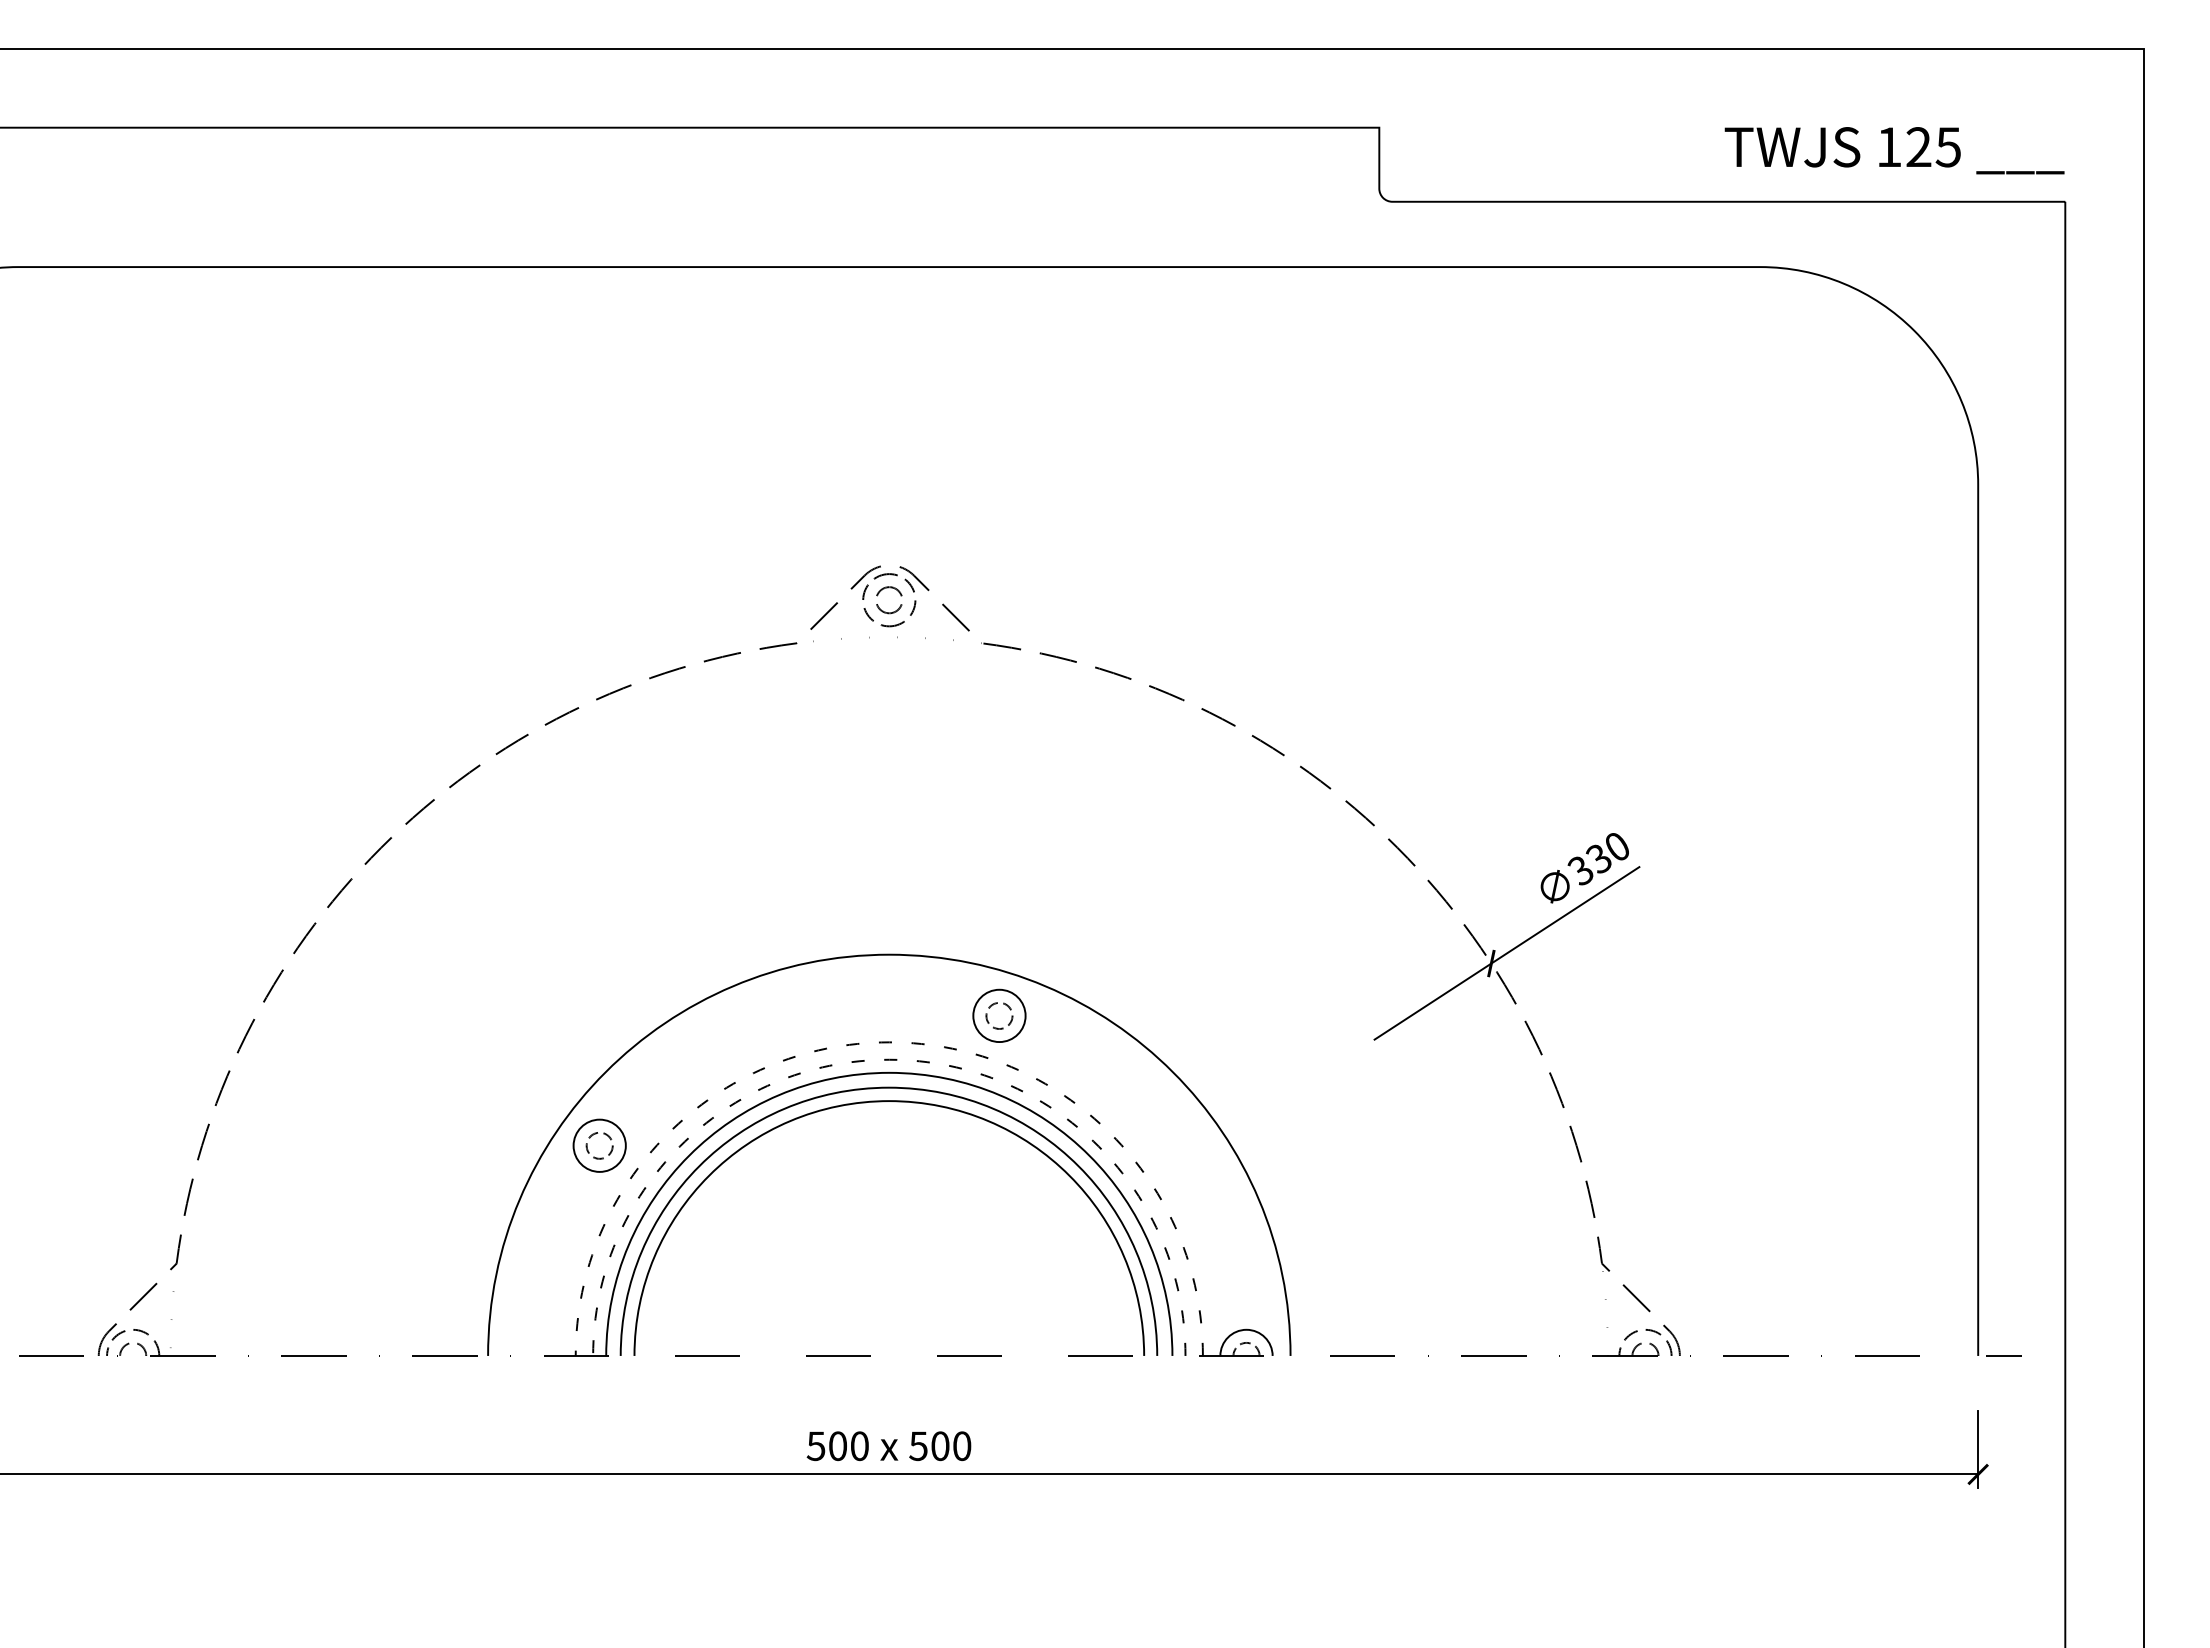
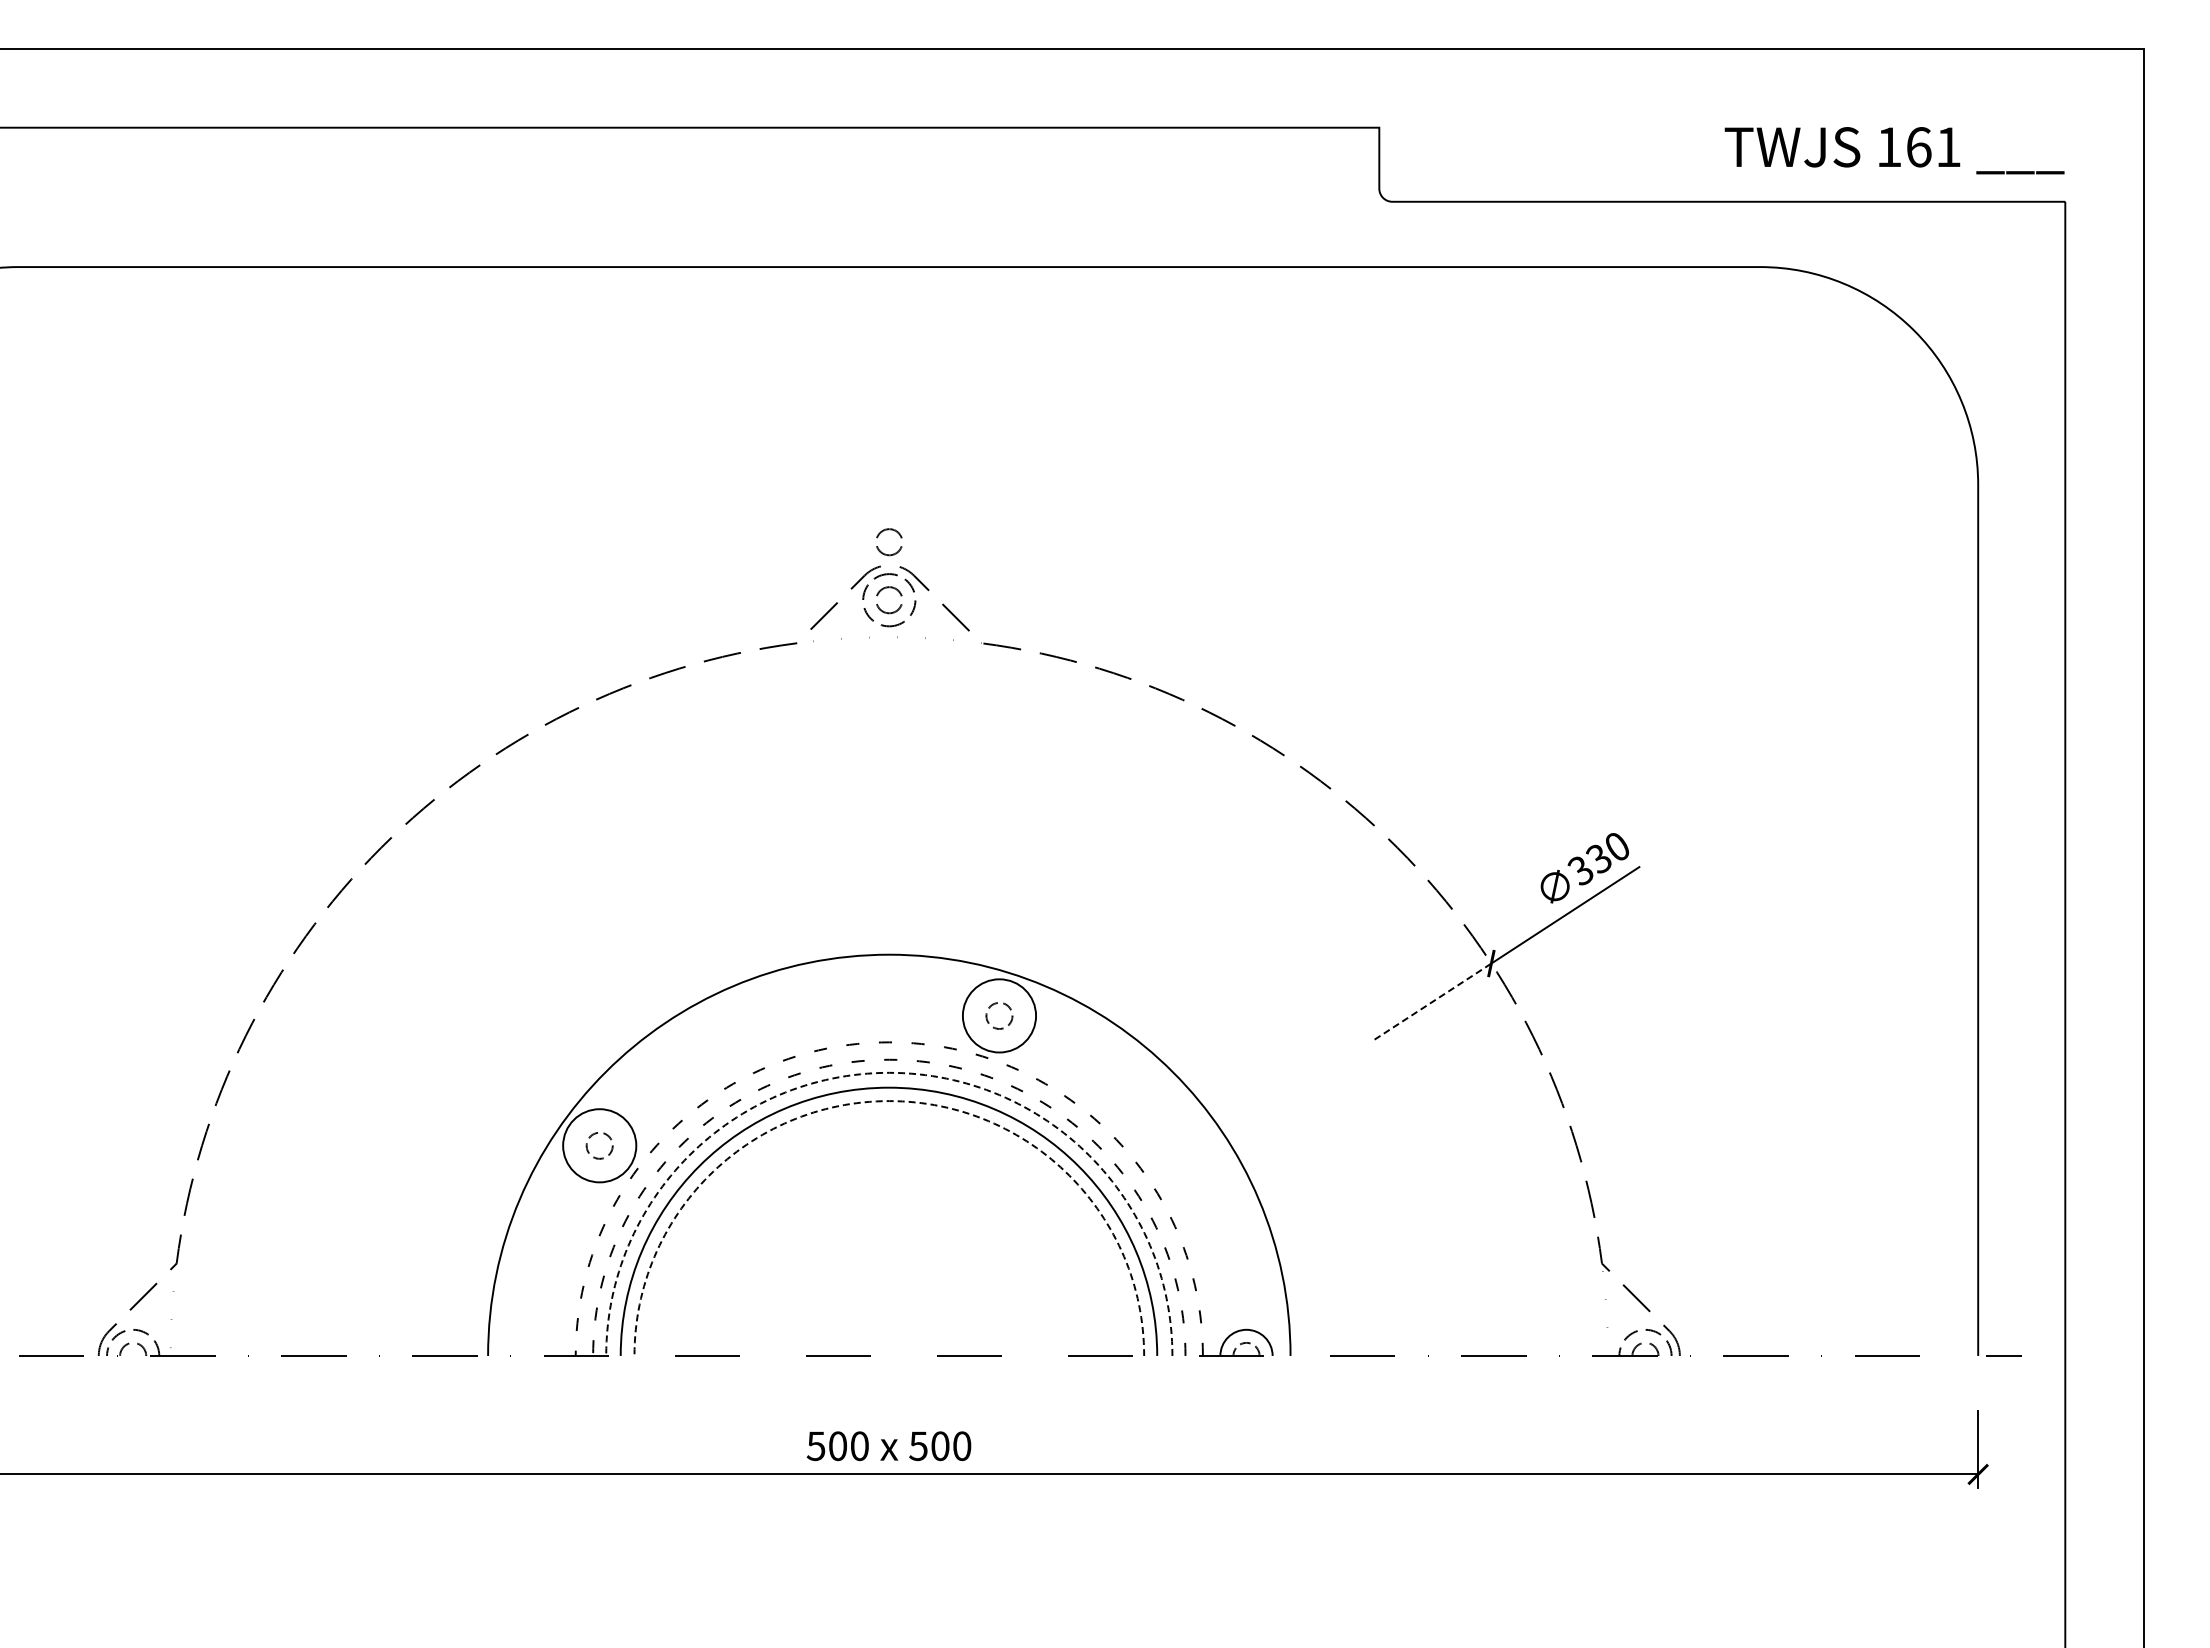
text at (1933, 147): 125 -> 161
part at (892, 553): none -> present
line at (1432, 1001): solid -> dashed
circle at (999, 1015) diameter: 52 px -> 73 px
arc at (889, 1072): solid -> dashed
arc at (889, 1101): solid -> dashed
circle at (599, 1145) diameter: 52 px -> 73 px
